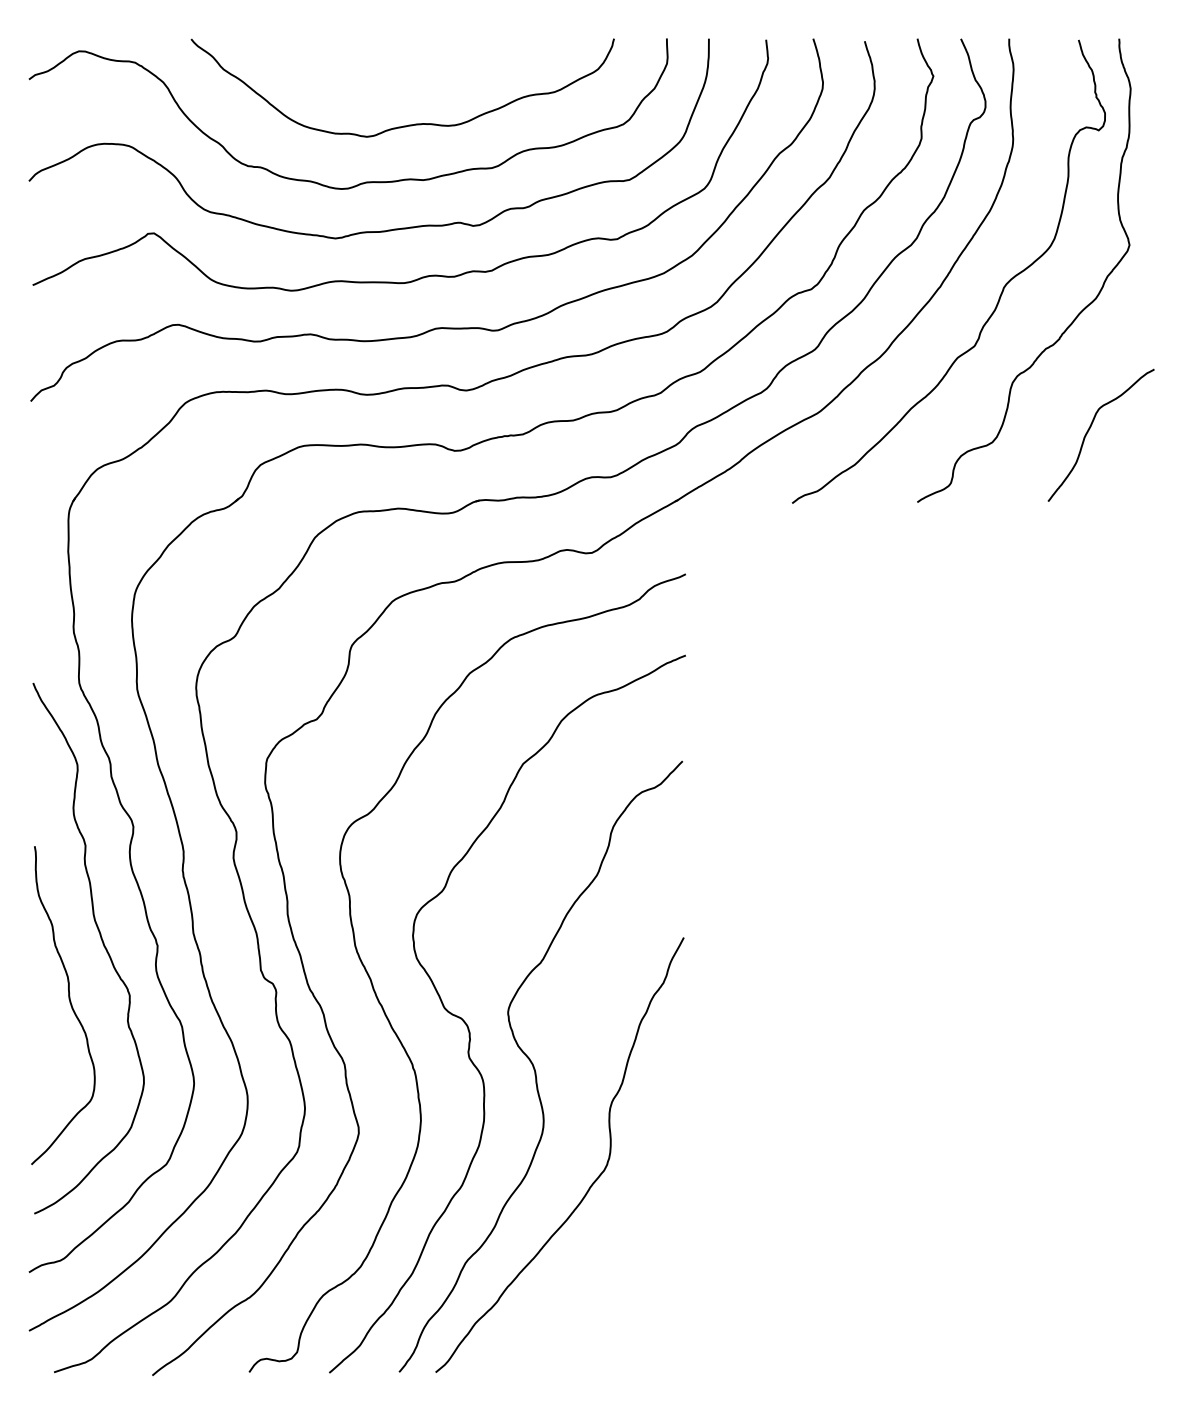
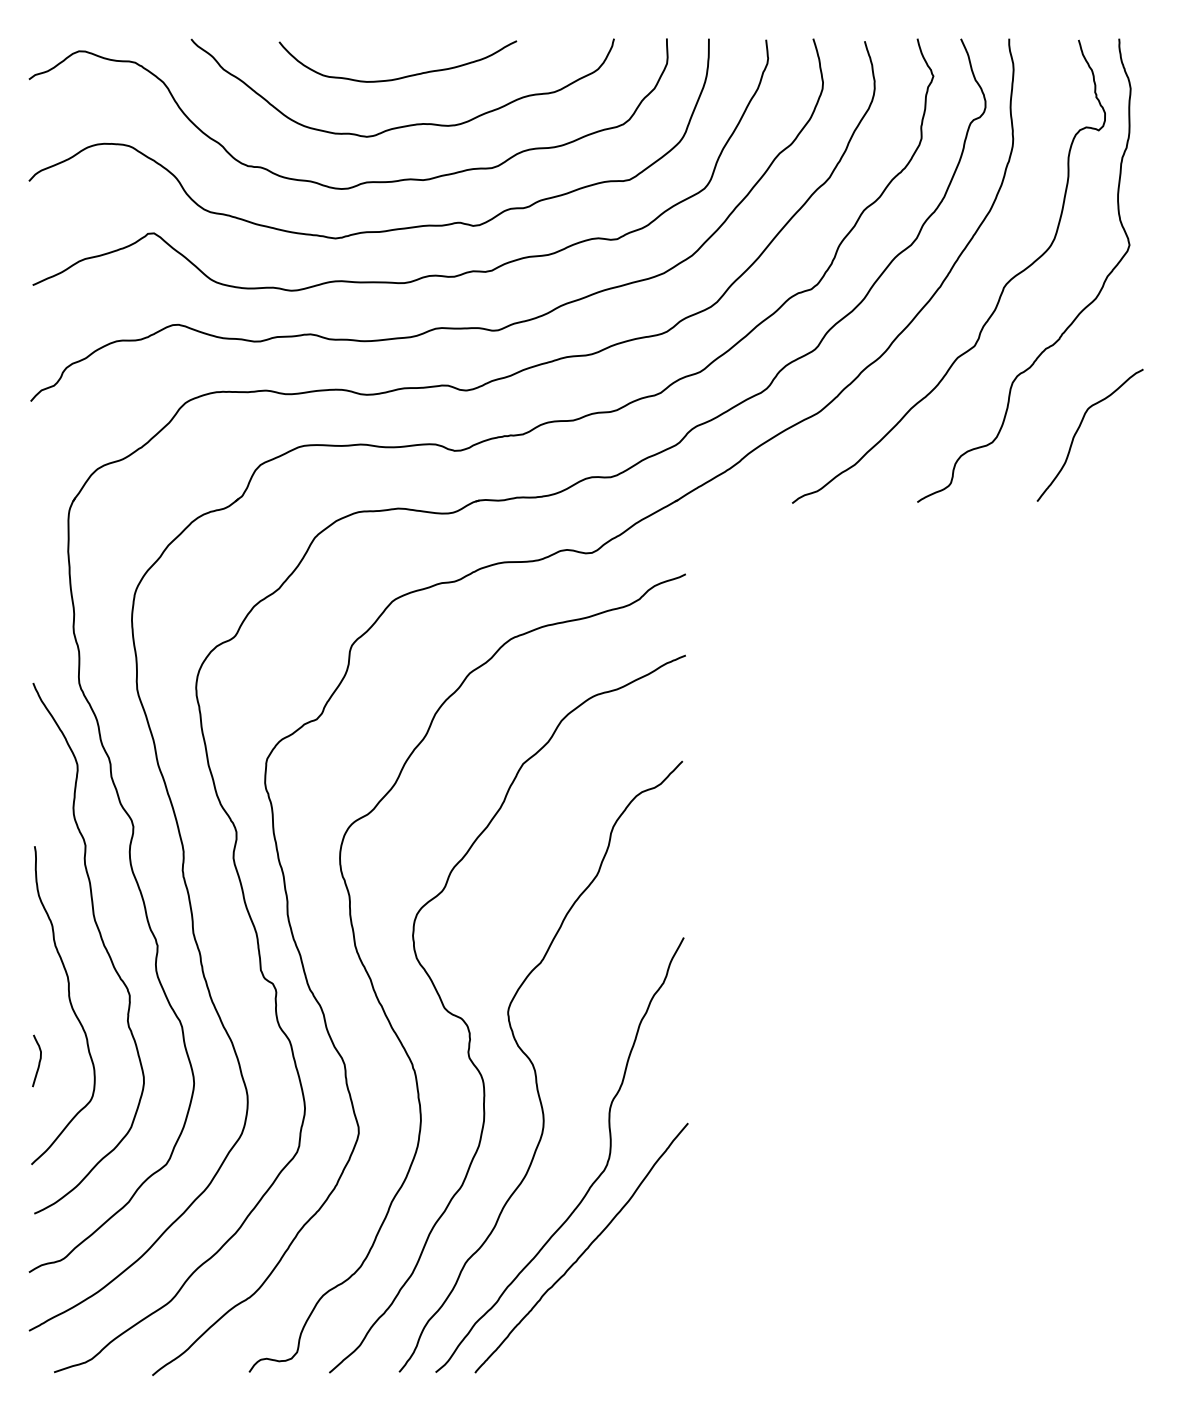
curve at (402, 76): none -> present
curve at (1090, 428) position: (1090, 428) -> (1079, 428)
curve at (38, 1062): none -> present
curve at (584, 1250): none -> present
